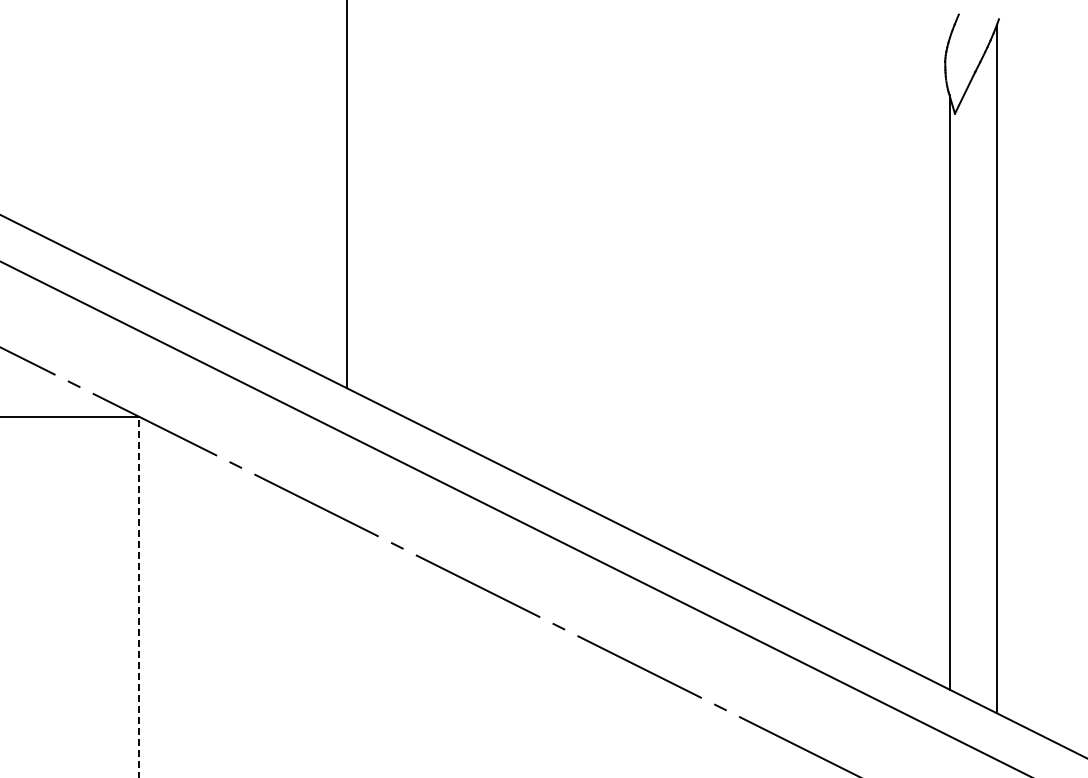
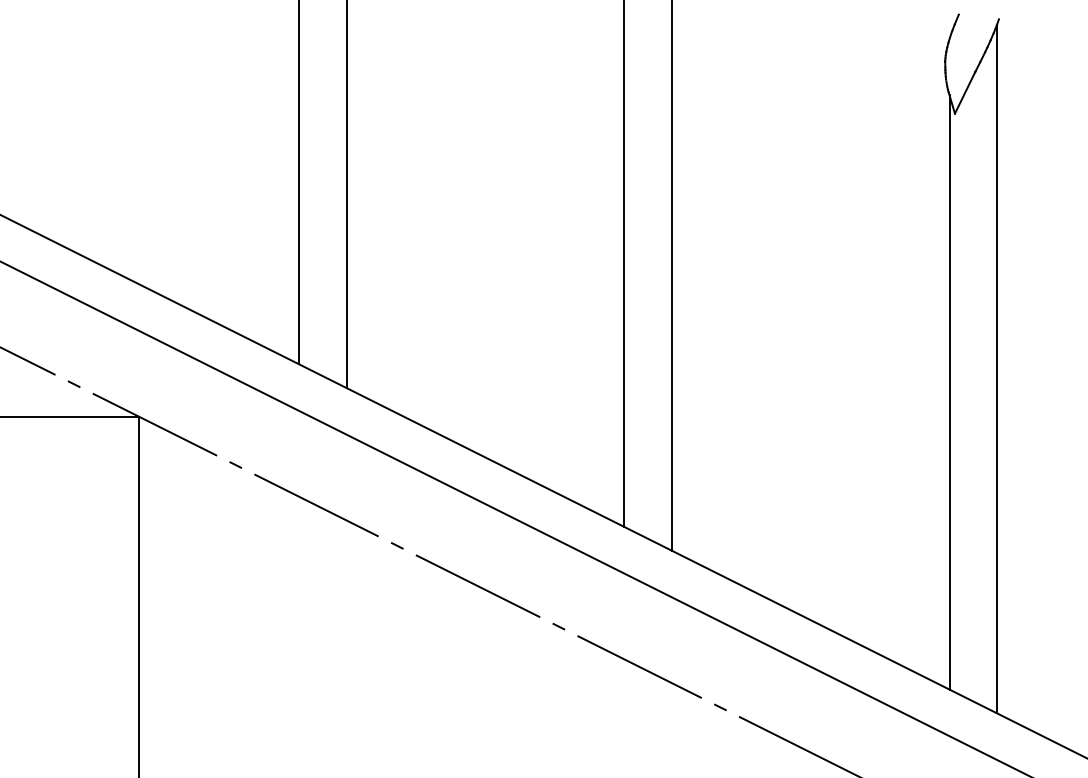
line at (299, 183): none -> present
line at (624, 264): none -> present
line at (671, 276): none -> present
line at (139, 596): dashed -> solid
